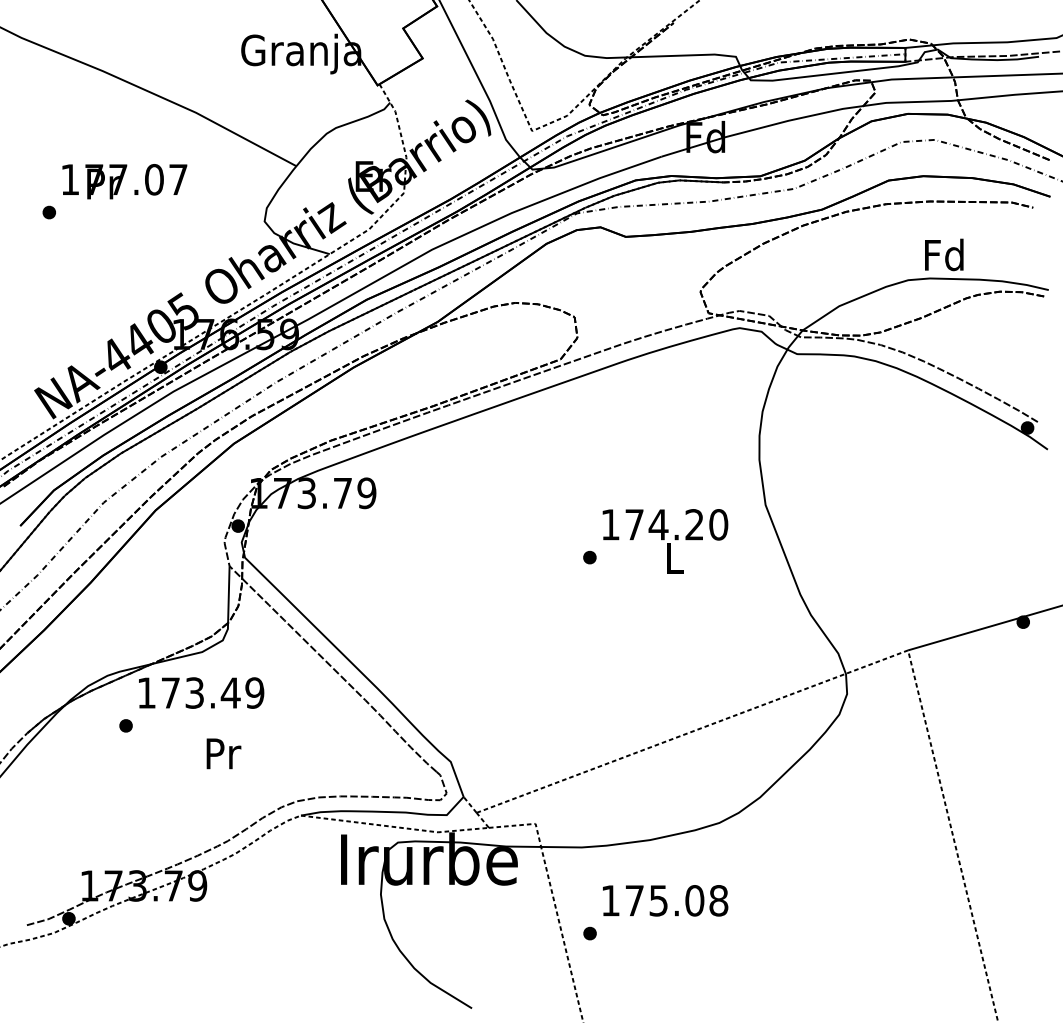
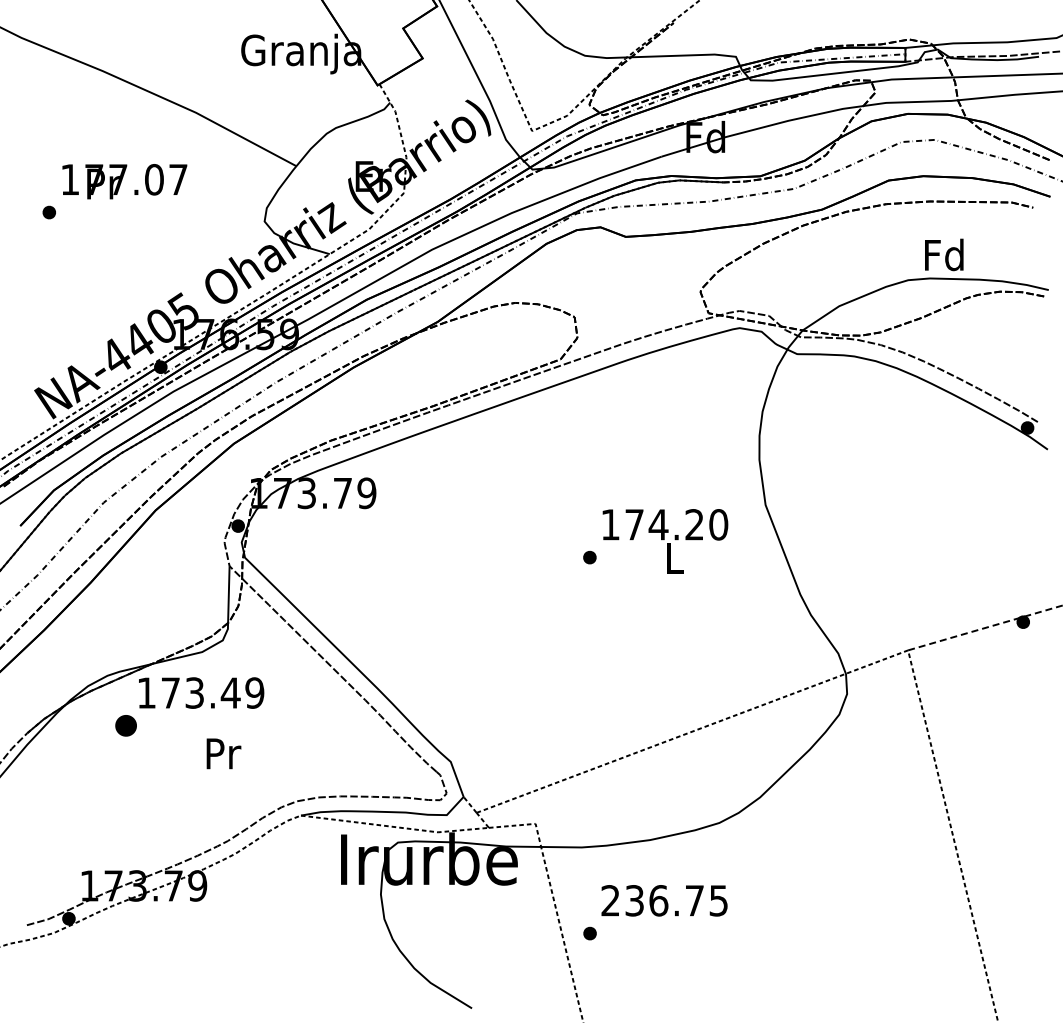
line at (985, 627): solid -> dashed
part at (125, 725) size: 14x14 px -> 22x22 px
text at (664, 900): 175.08 -> 236.75
